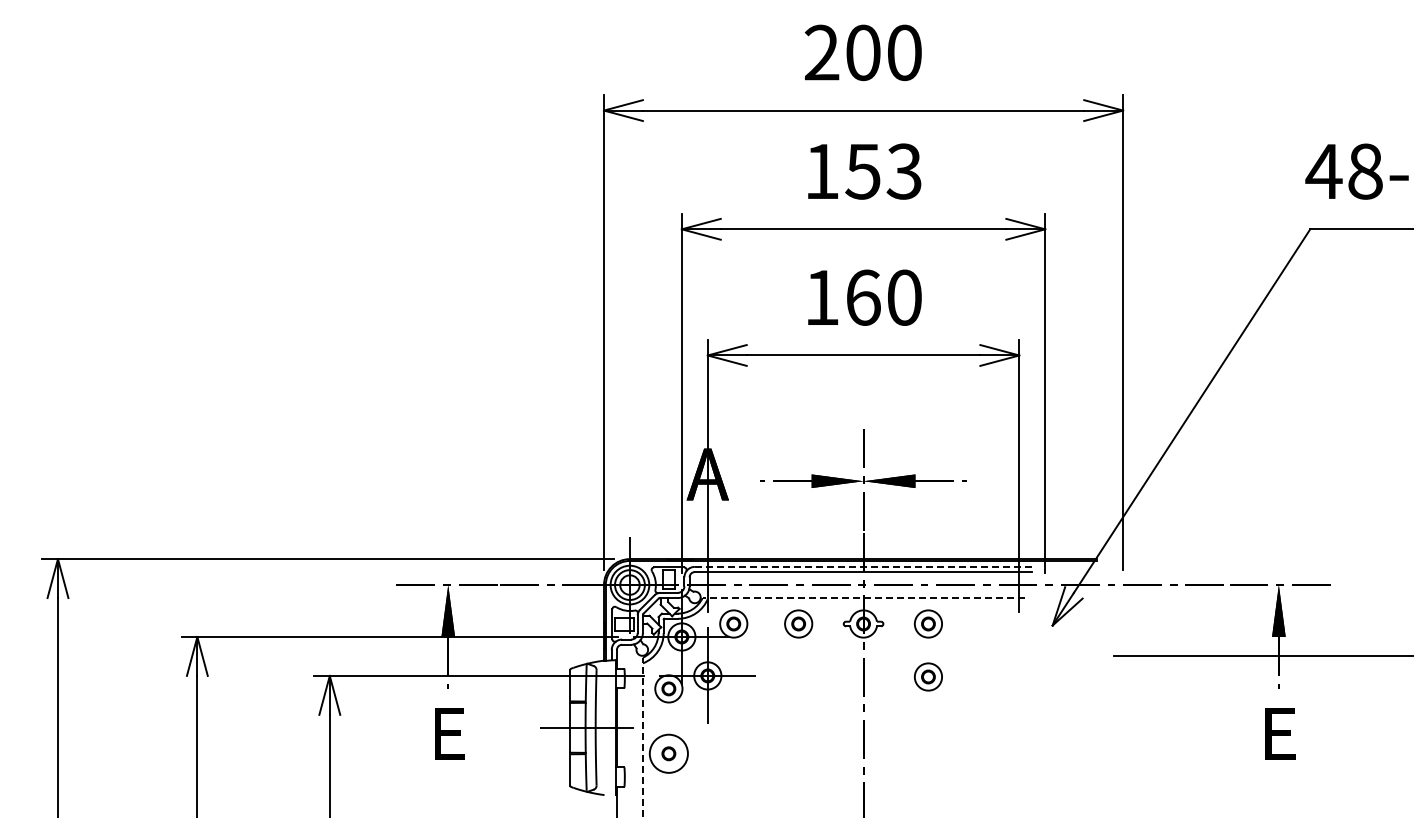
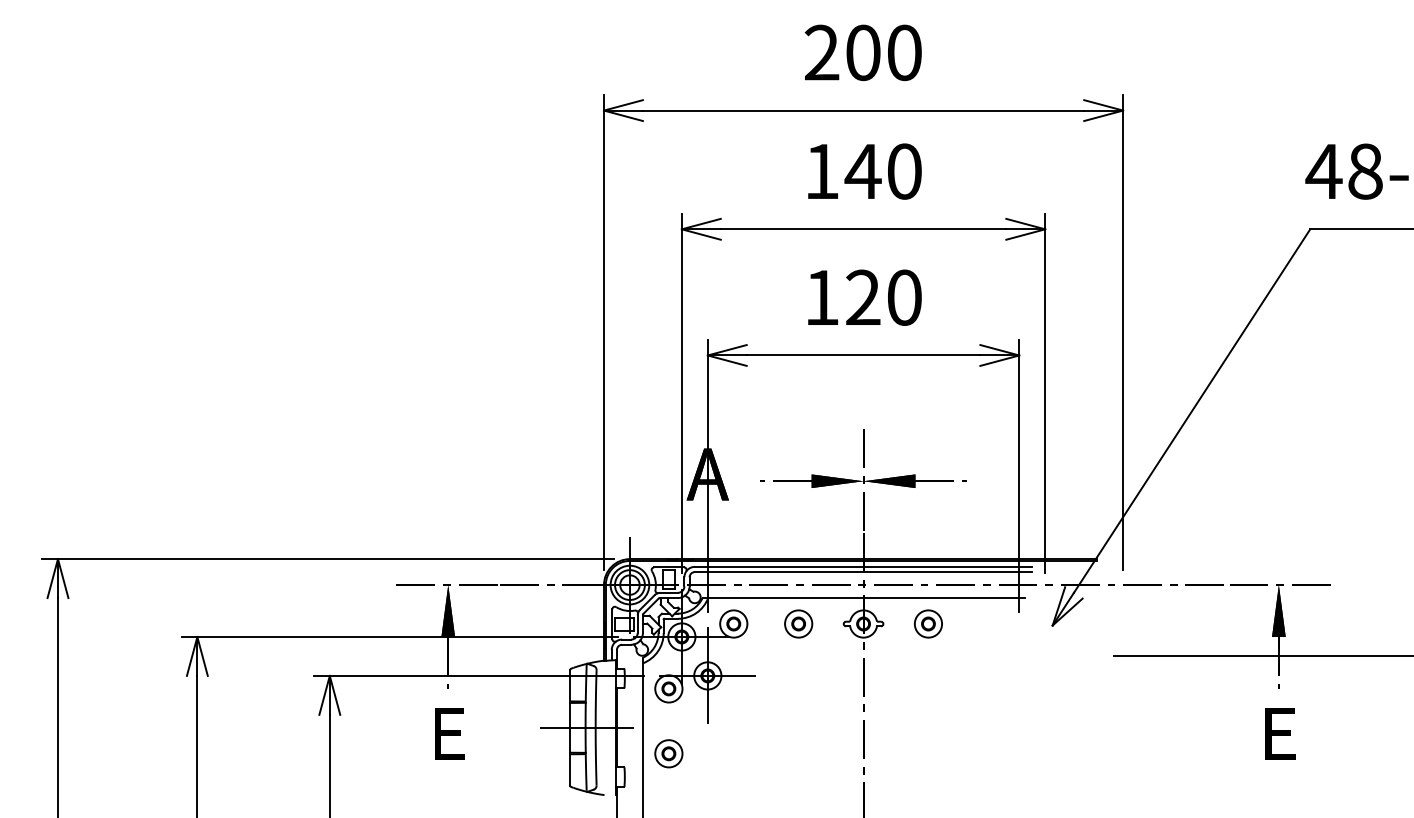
text at (882, 171): 153 -> 140
text at (863, 297): 160 -> 120
line at (863, 566): dashed -> solid
line at (863, 598): dashed -> solid
part at (928, 676): present -> none
line at (642, 737): dashed -> solid
circle at (668, 753) diameter: 38 px -> 27 px
